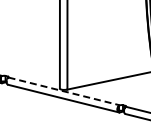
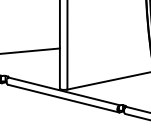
line at (30, 50): none -> present
line at (64, 91): dashed -> solid
